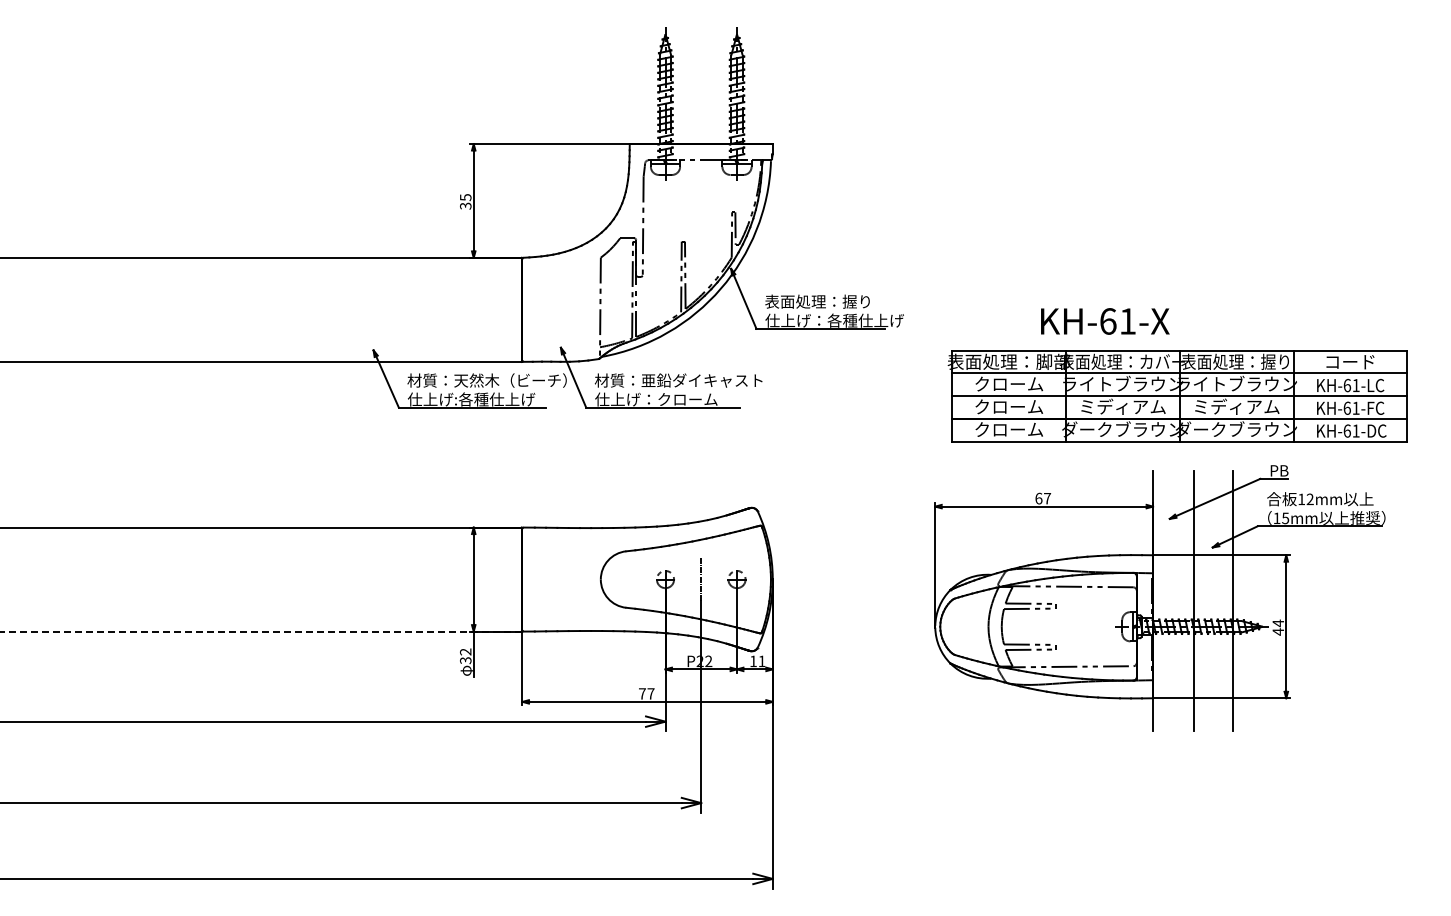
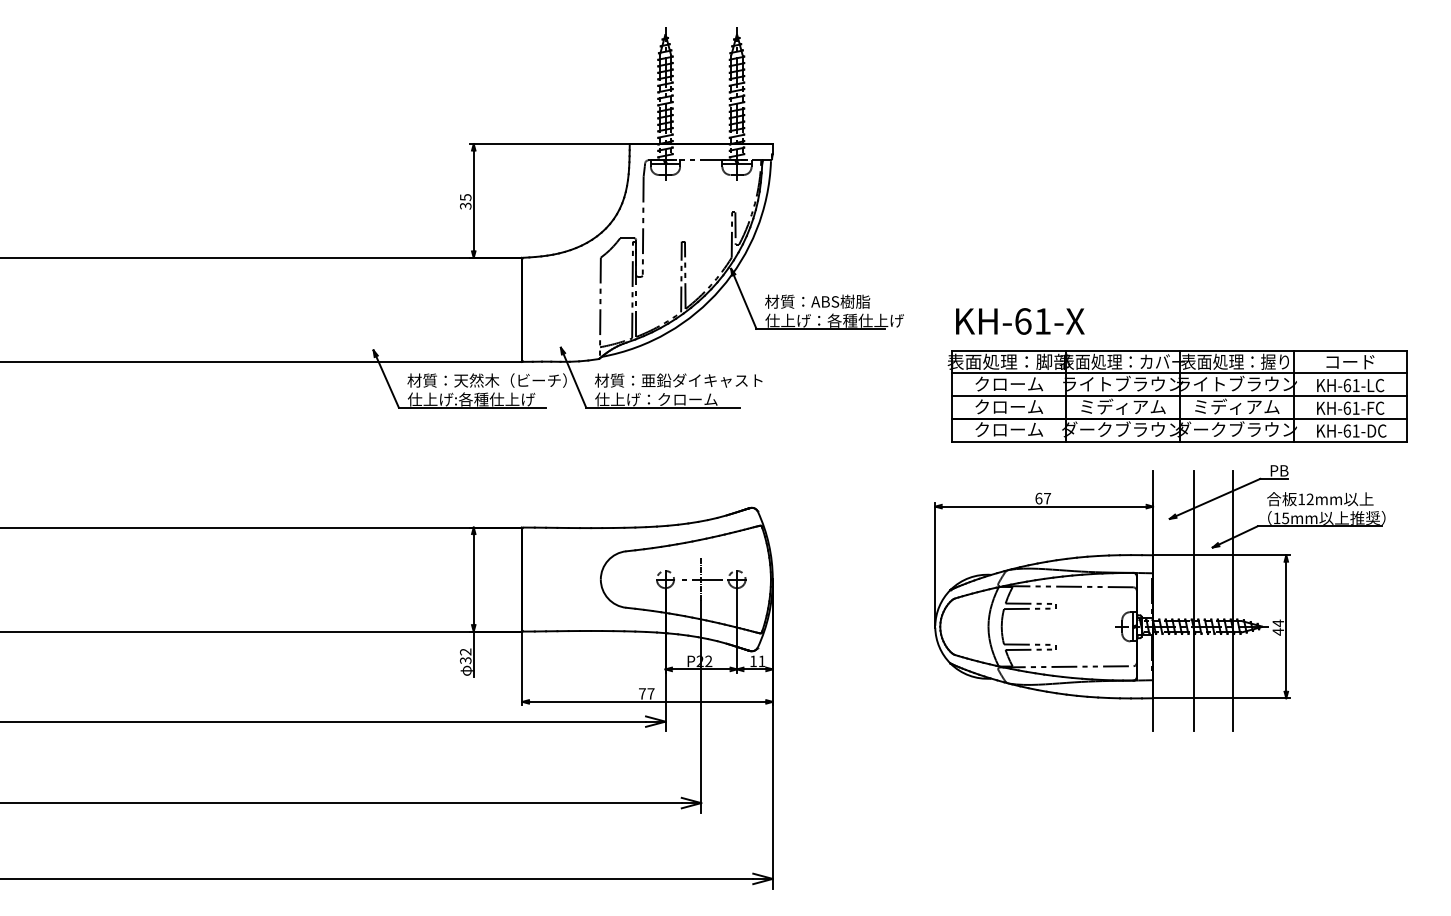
text at (817, 301): 表面処理：握り -> 材質：ABS樹脂
text at (1105, 321) position: (1105, 321) -> (1020, 321)
line at (700, 579): none -> present
line at (260, 631): dashed -> solid
